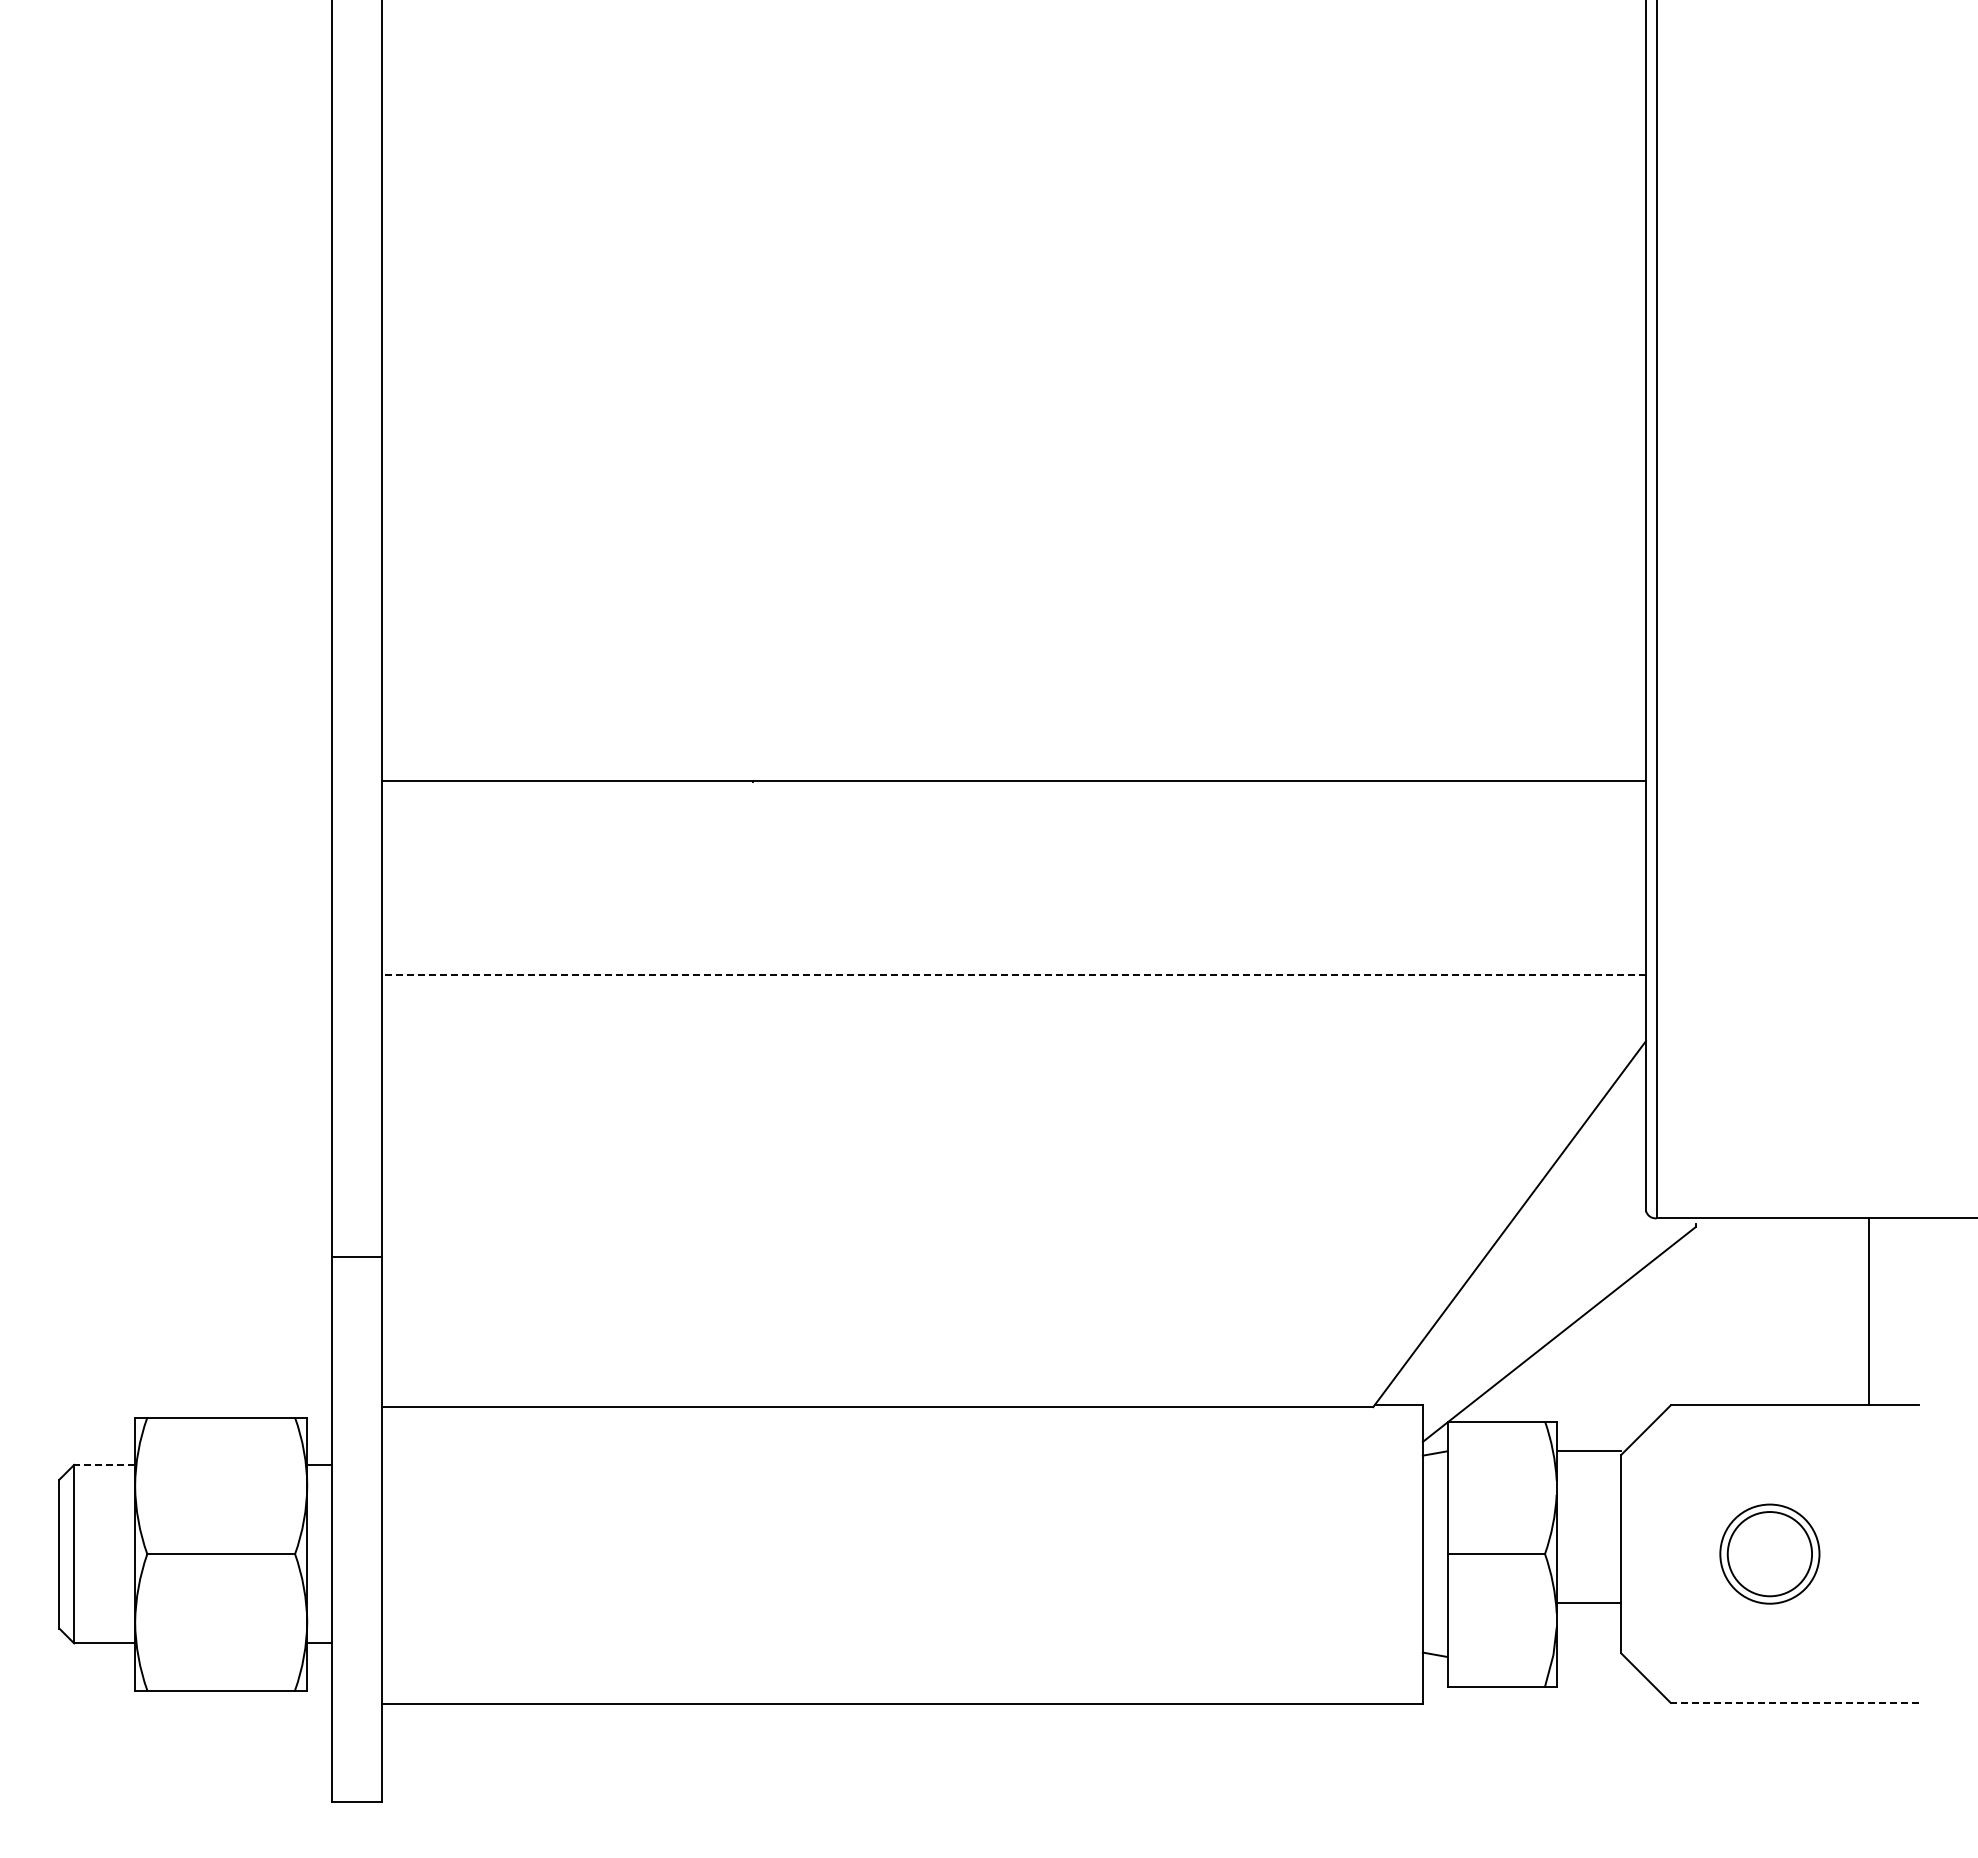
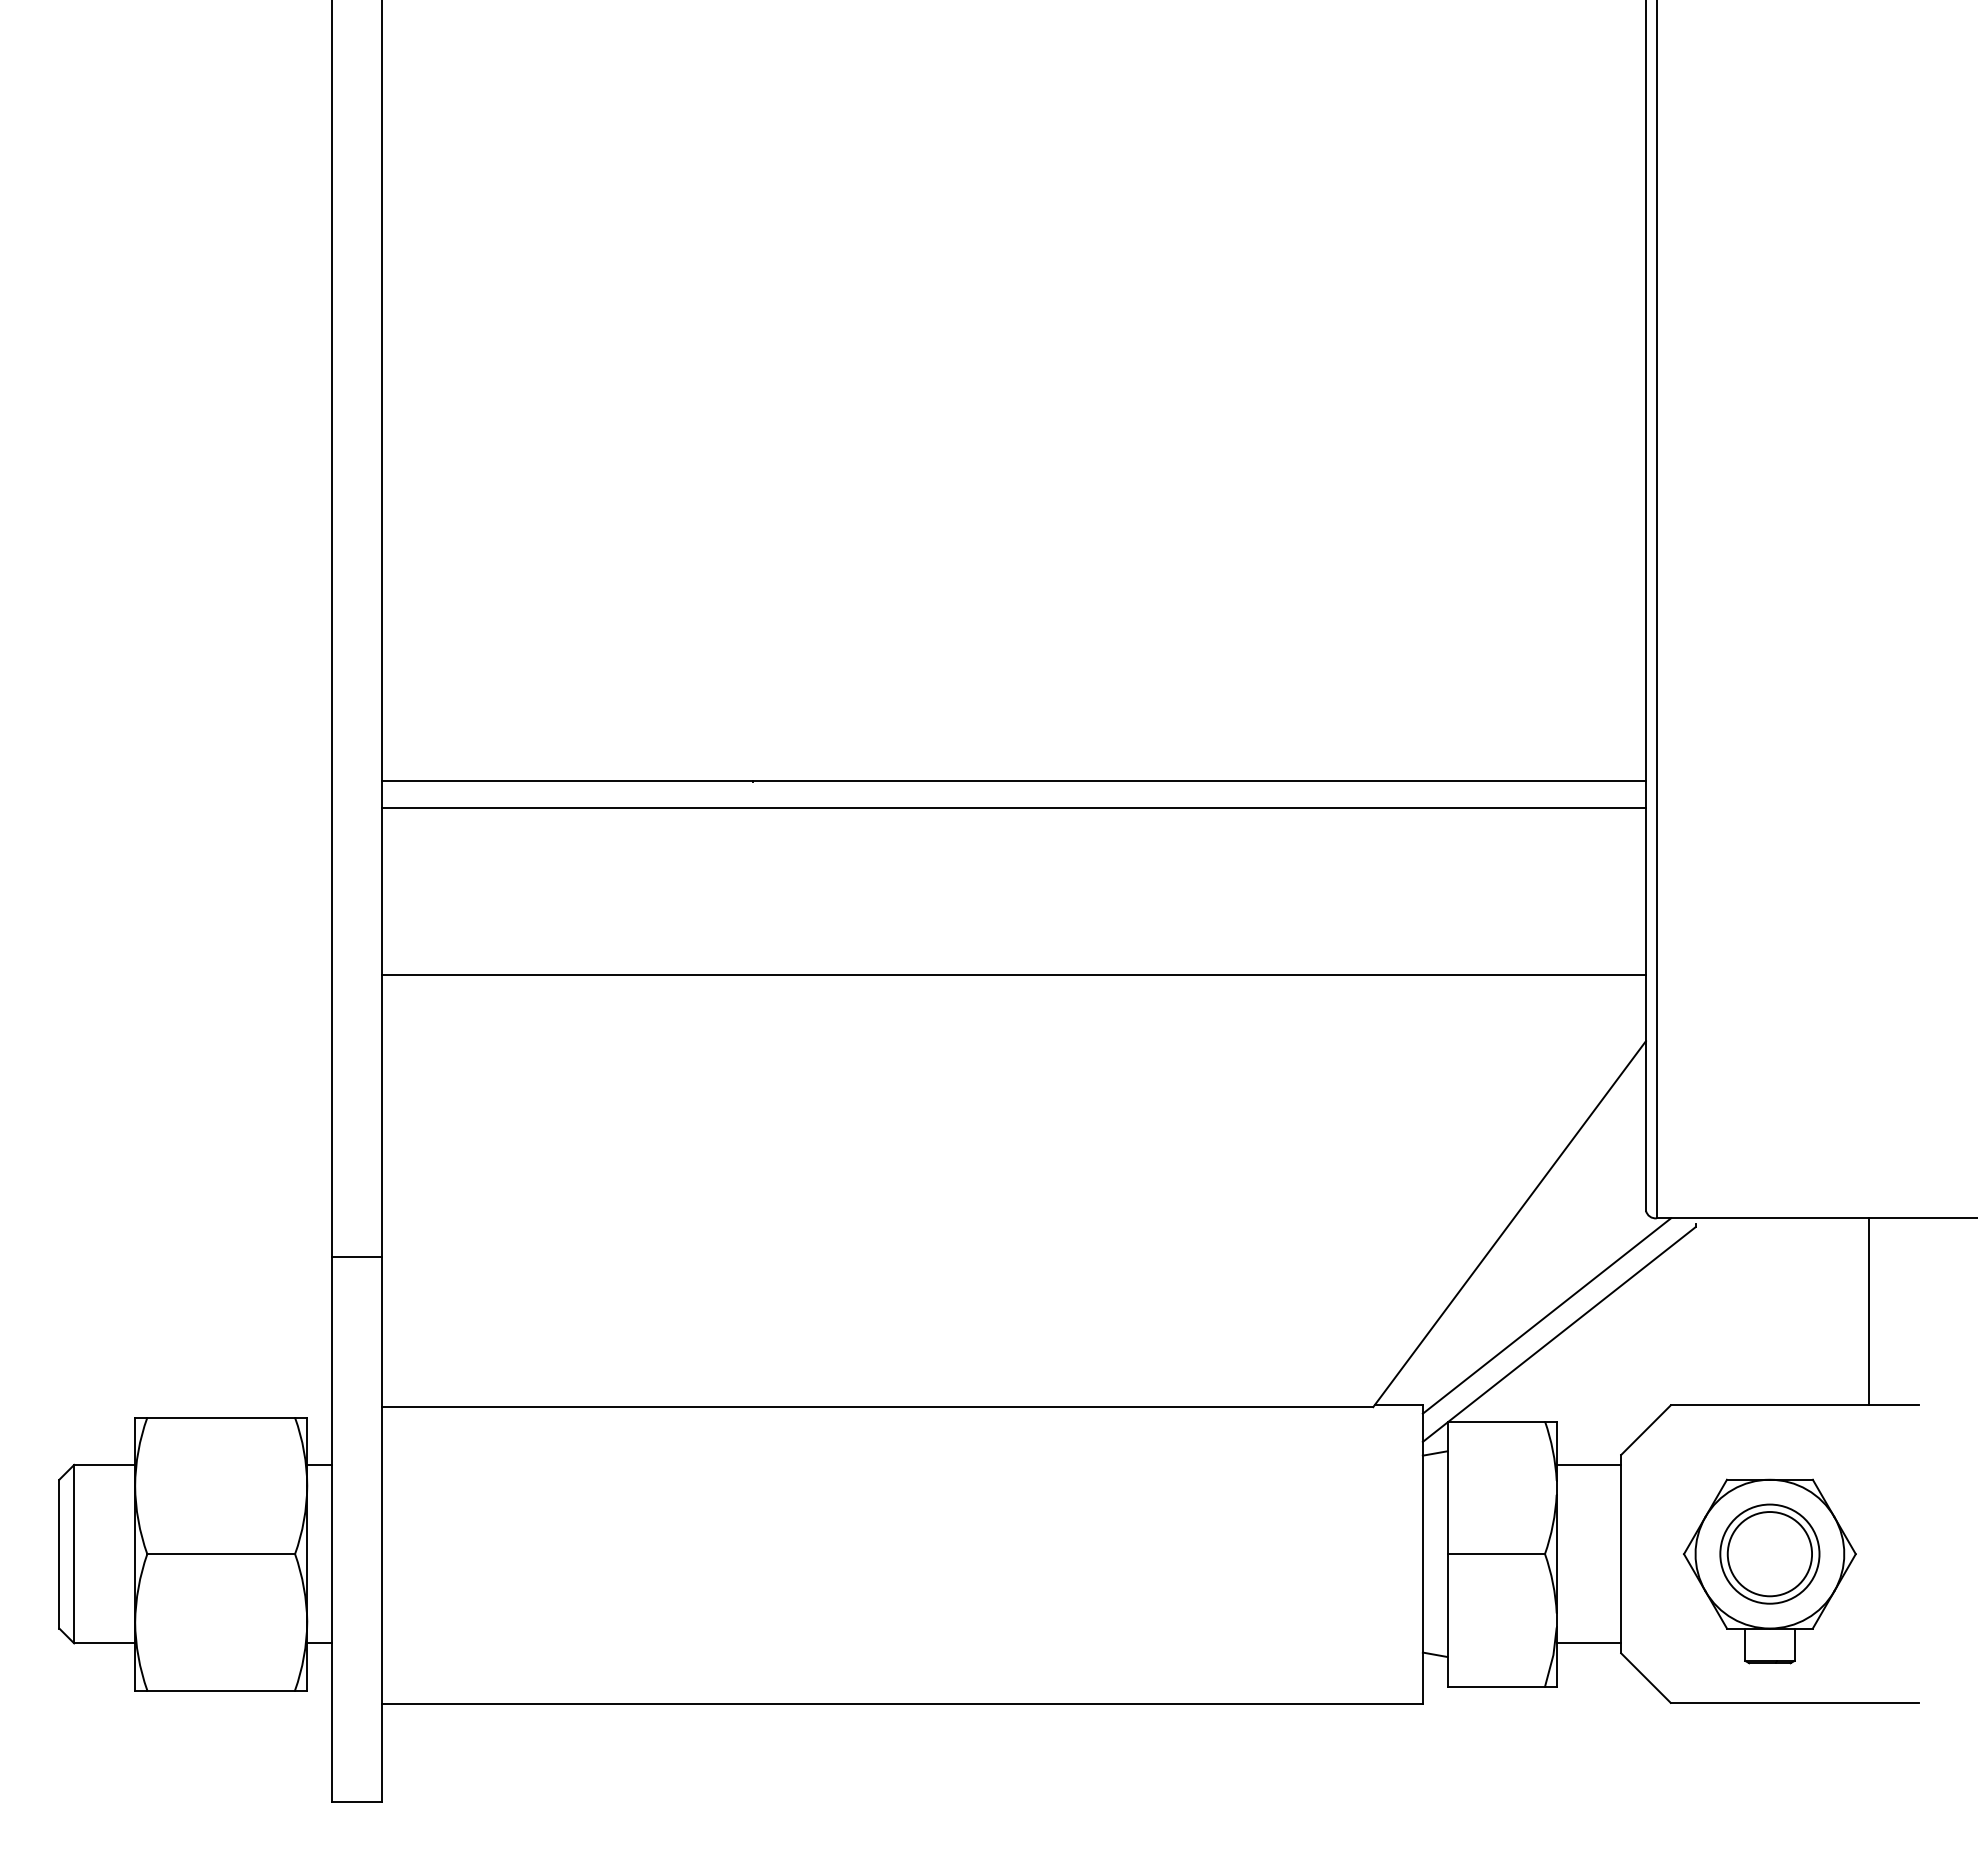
line at (1013, 807): none -> present
line at (1013, 974): dashed -> solid
line at (1546, 1315): none -> present
line at (1588, 1450) position: (1588, 1450) -> (1588, 1464)
line at (104, 1464): dashed -> solid
part at (1769, 1571): none -> present
line at (1588, 1603) position: (1588, 1603) -> (1588, 1643)
line at (1794, 1702): dashed -> solid
